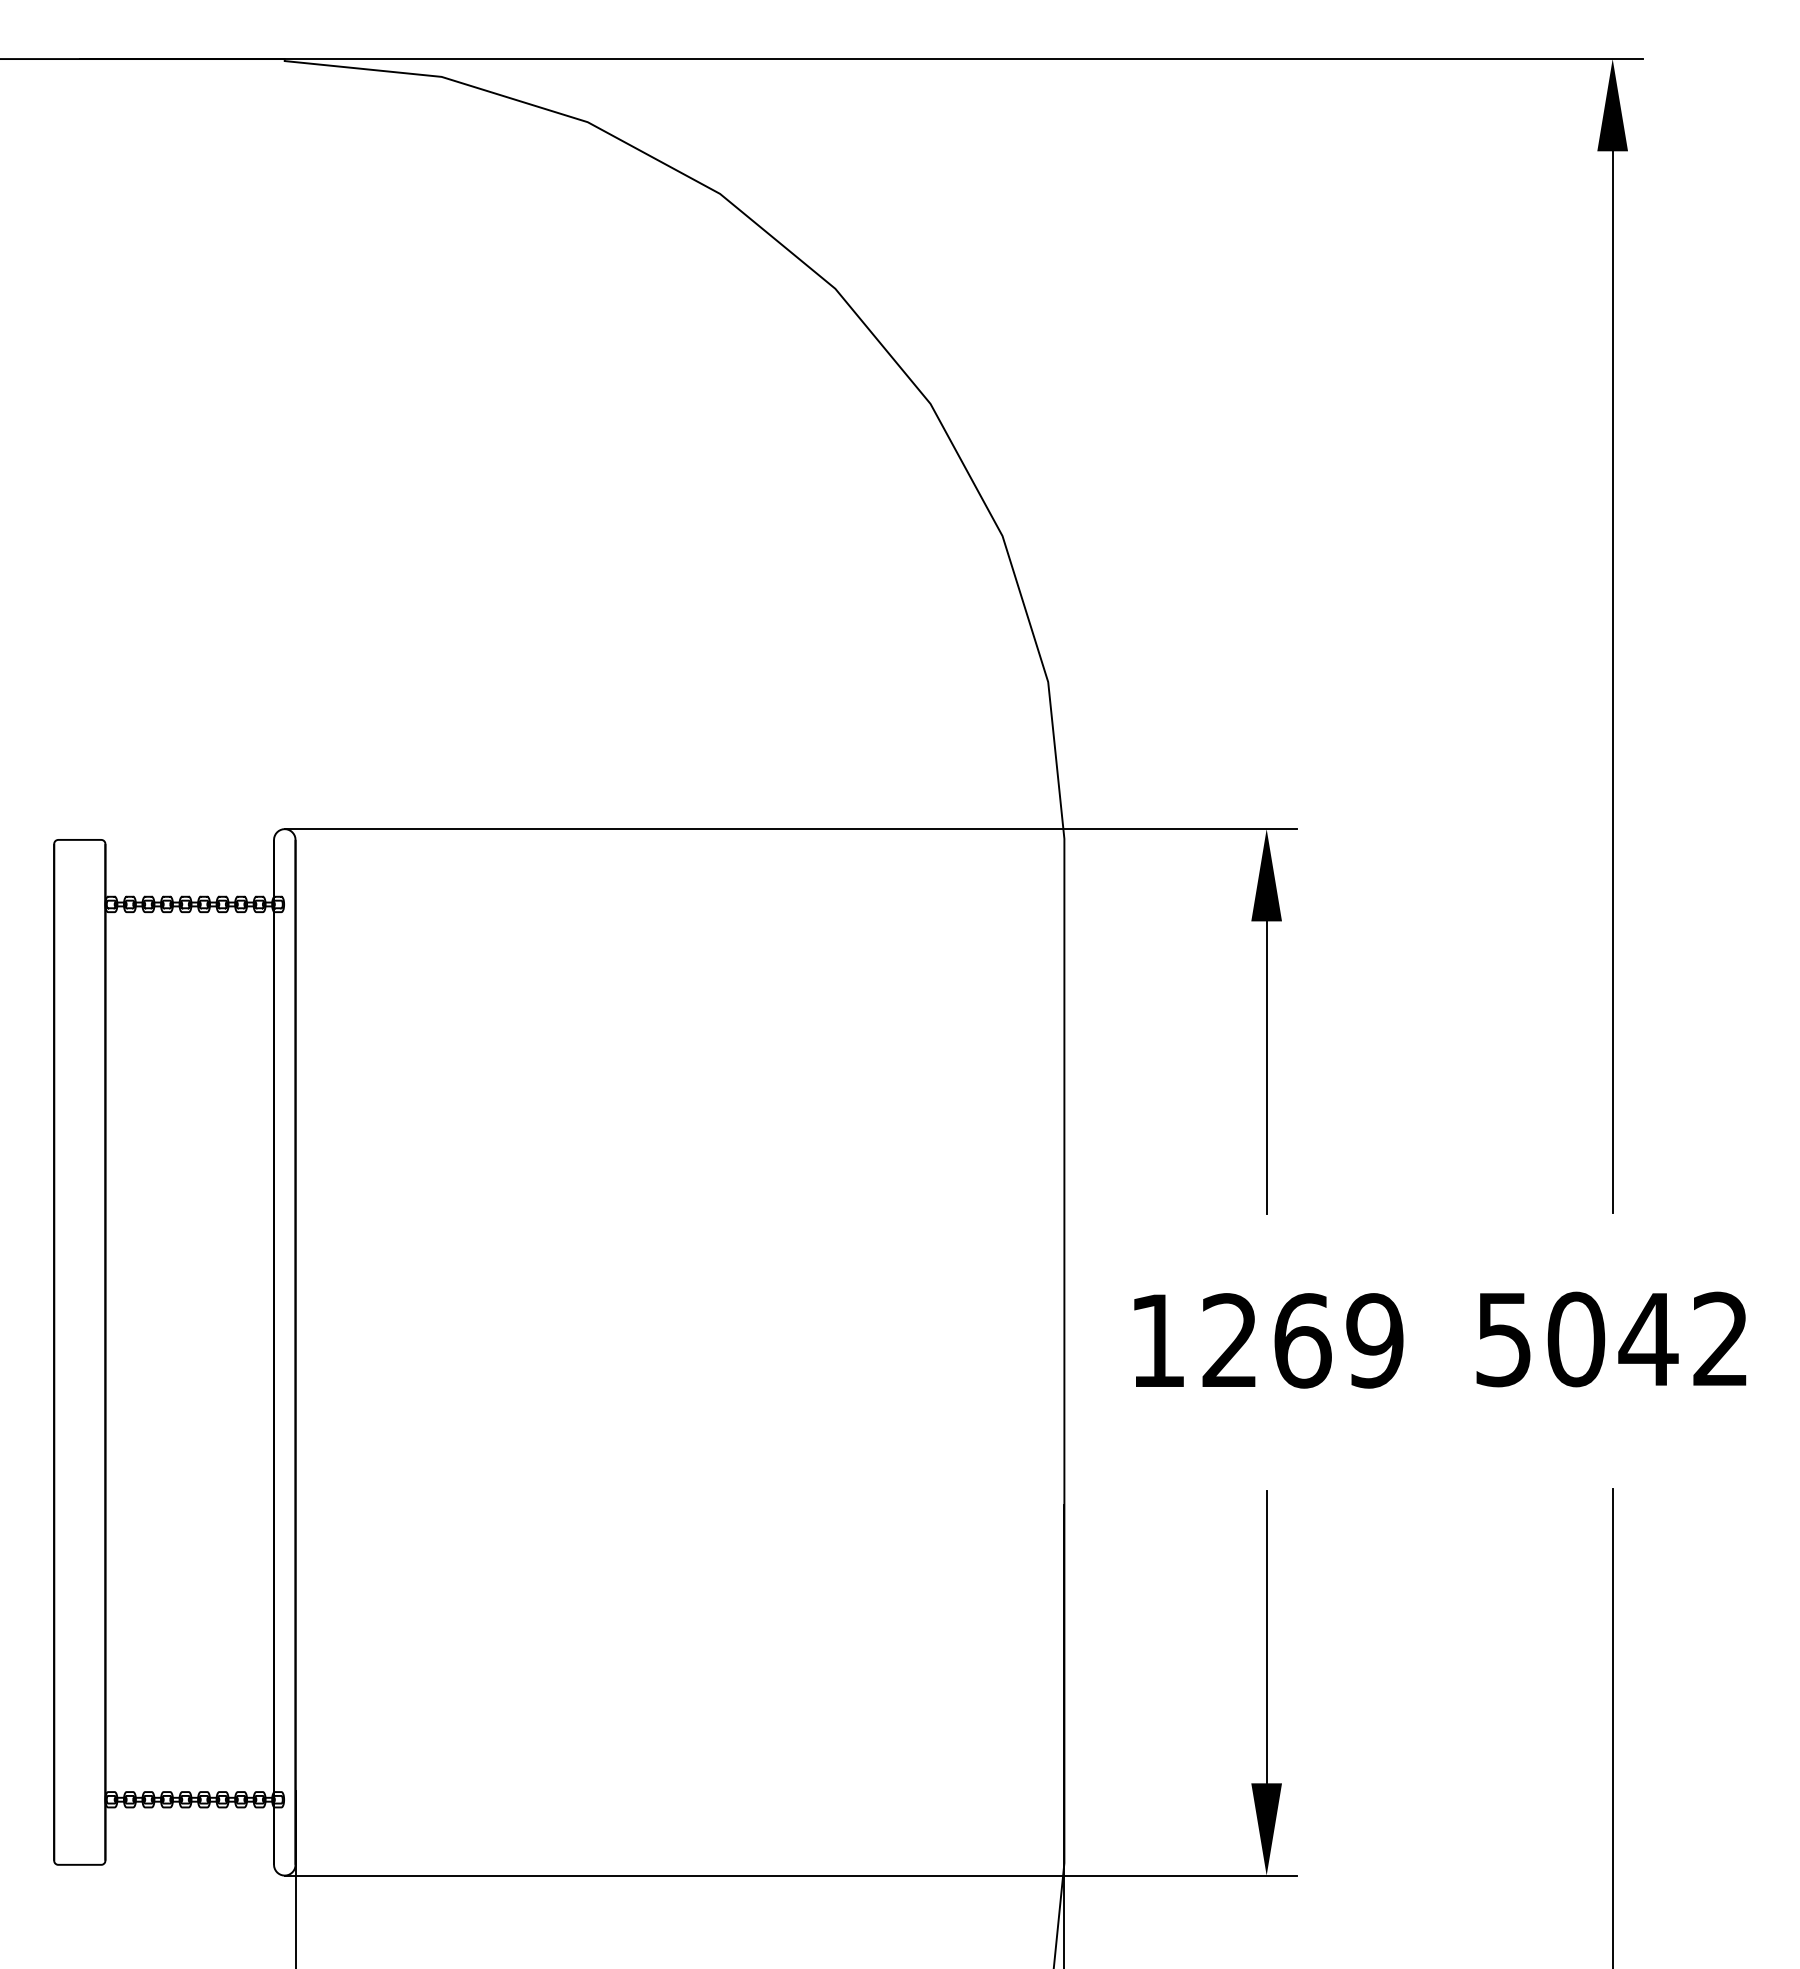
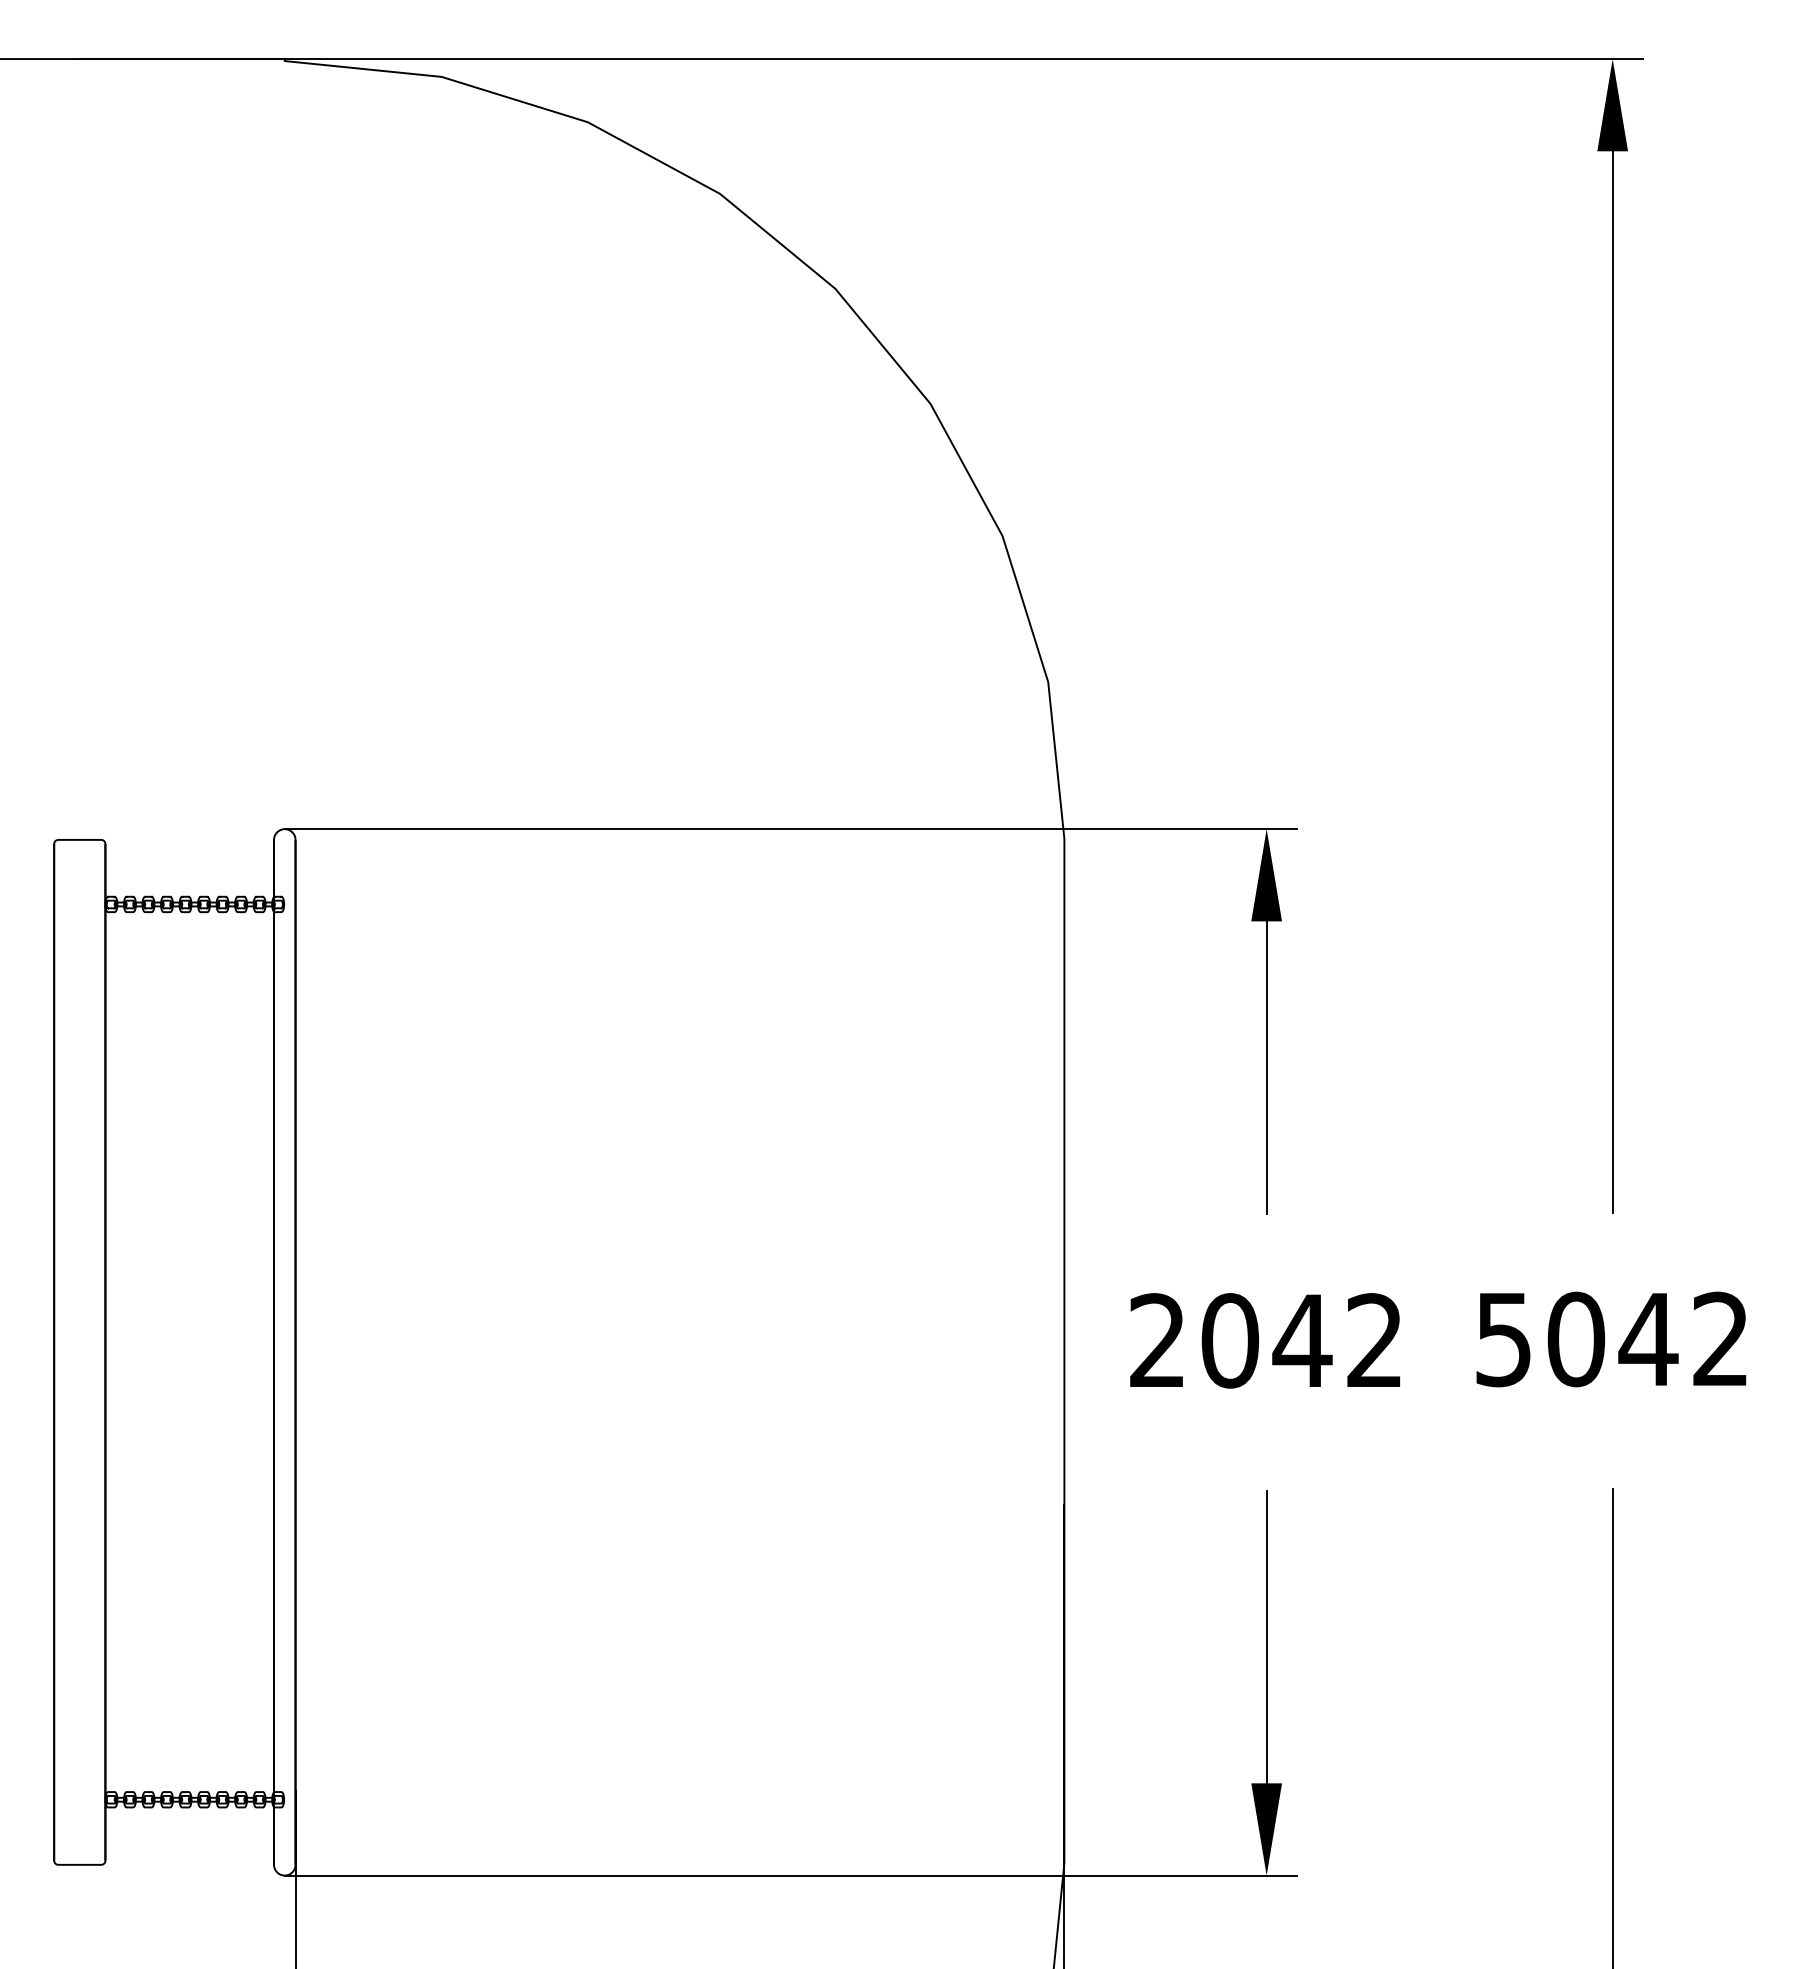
text at (1266, 1340): 1269 -> 2042
